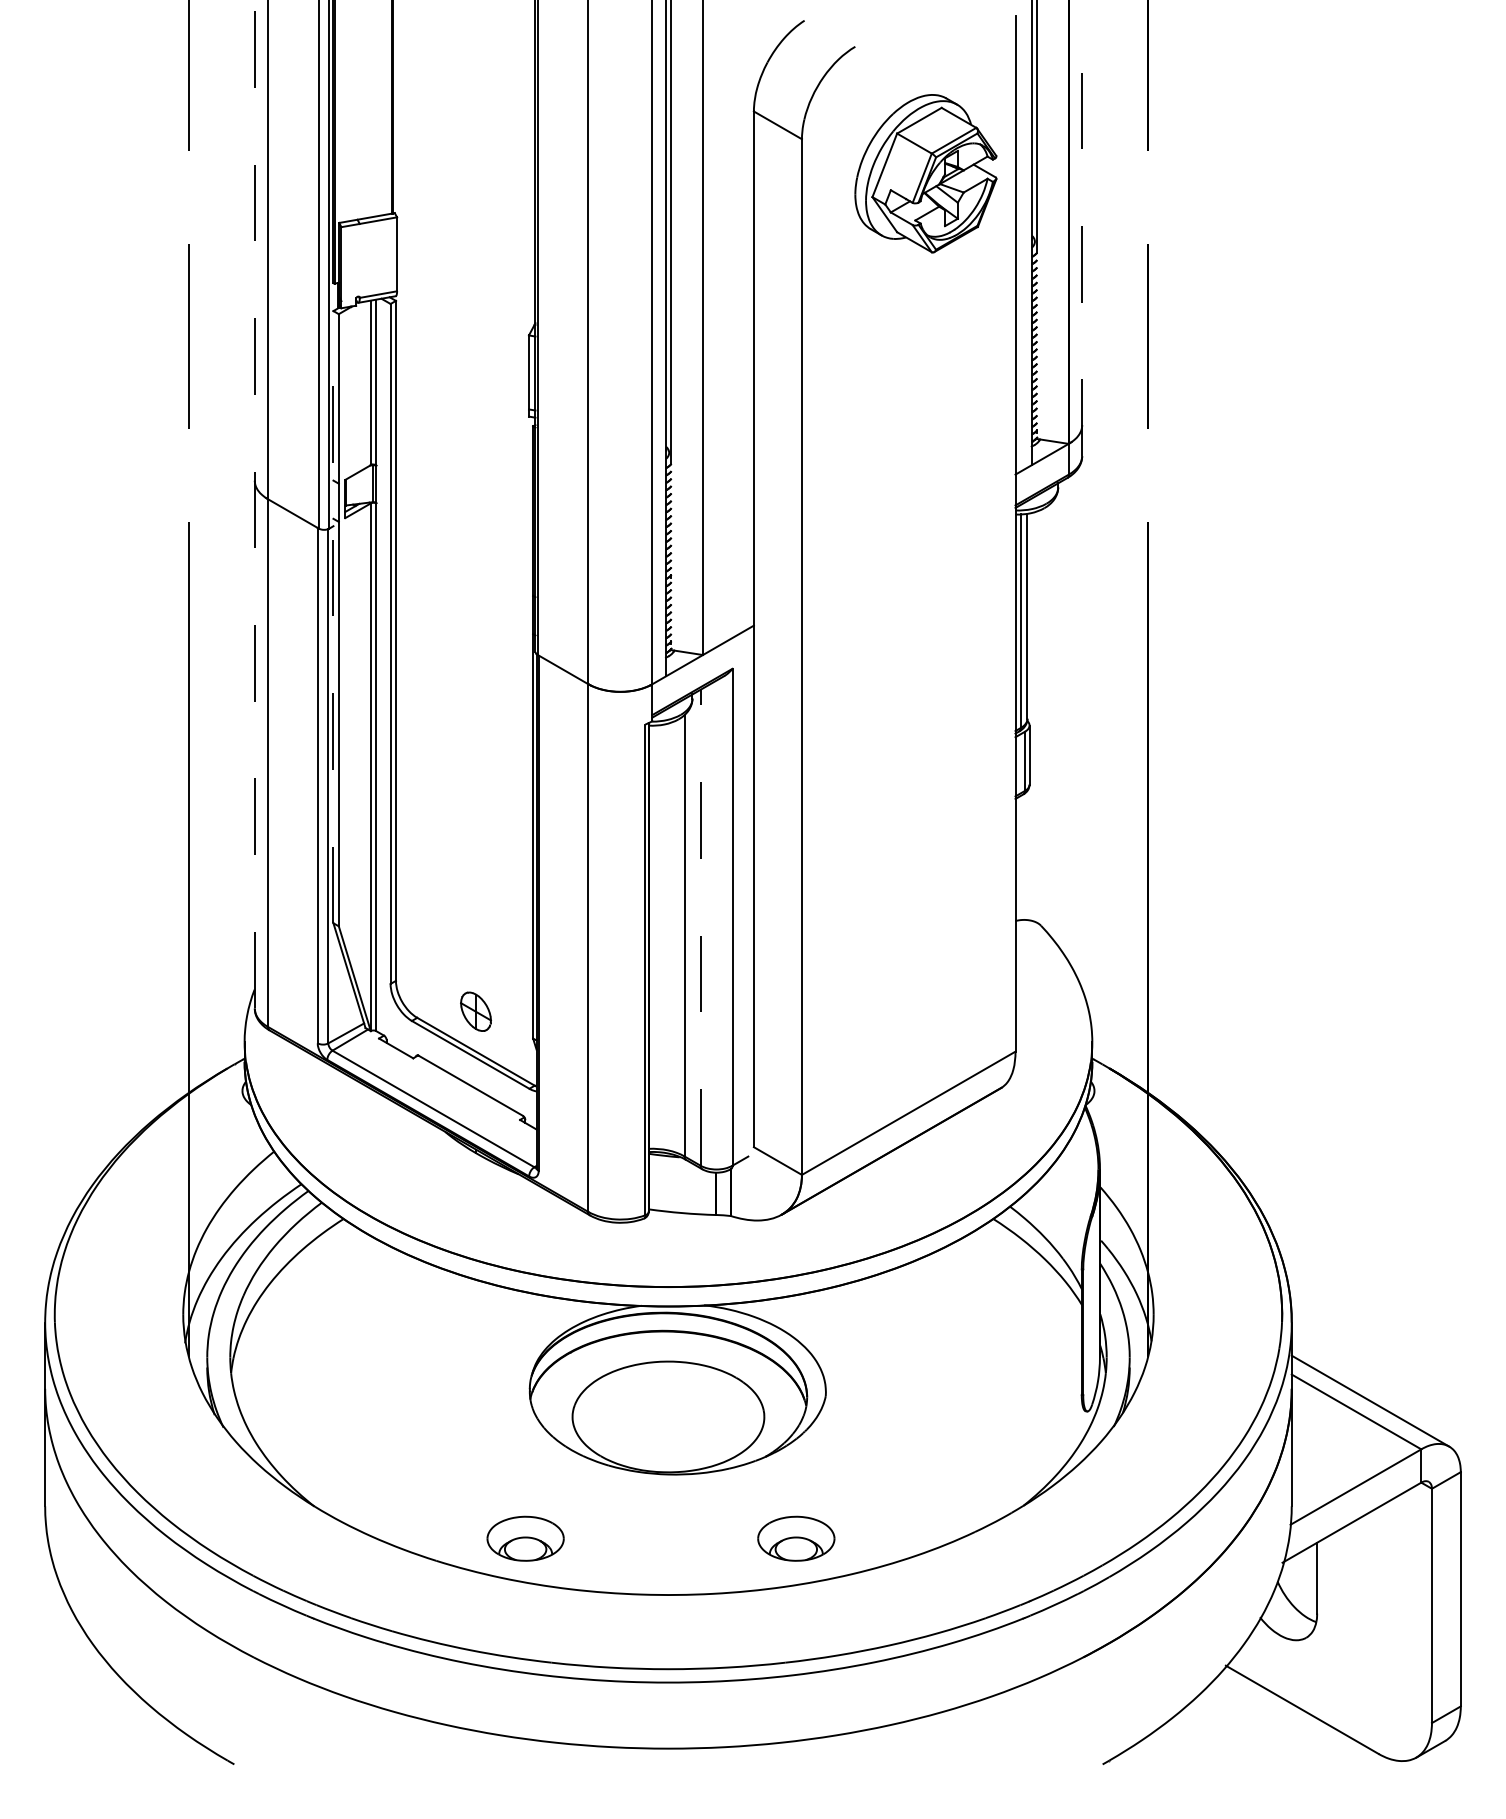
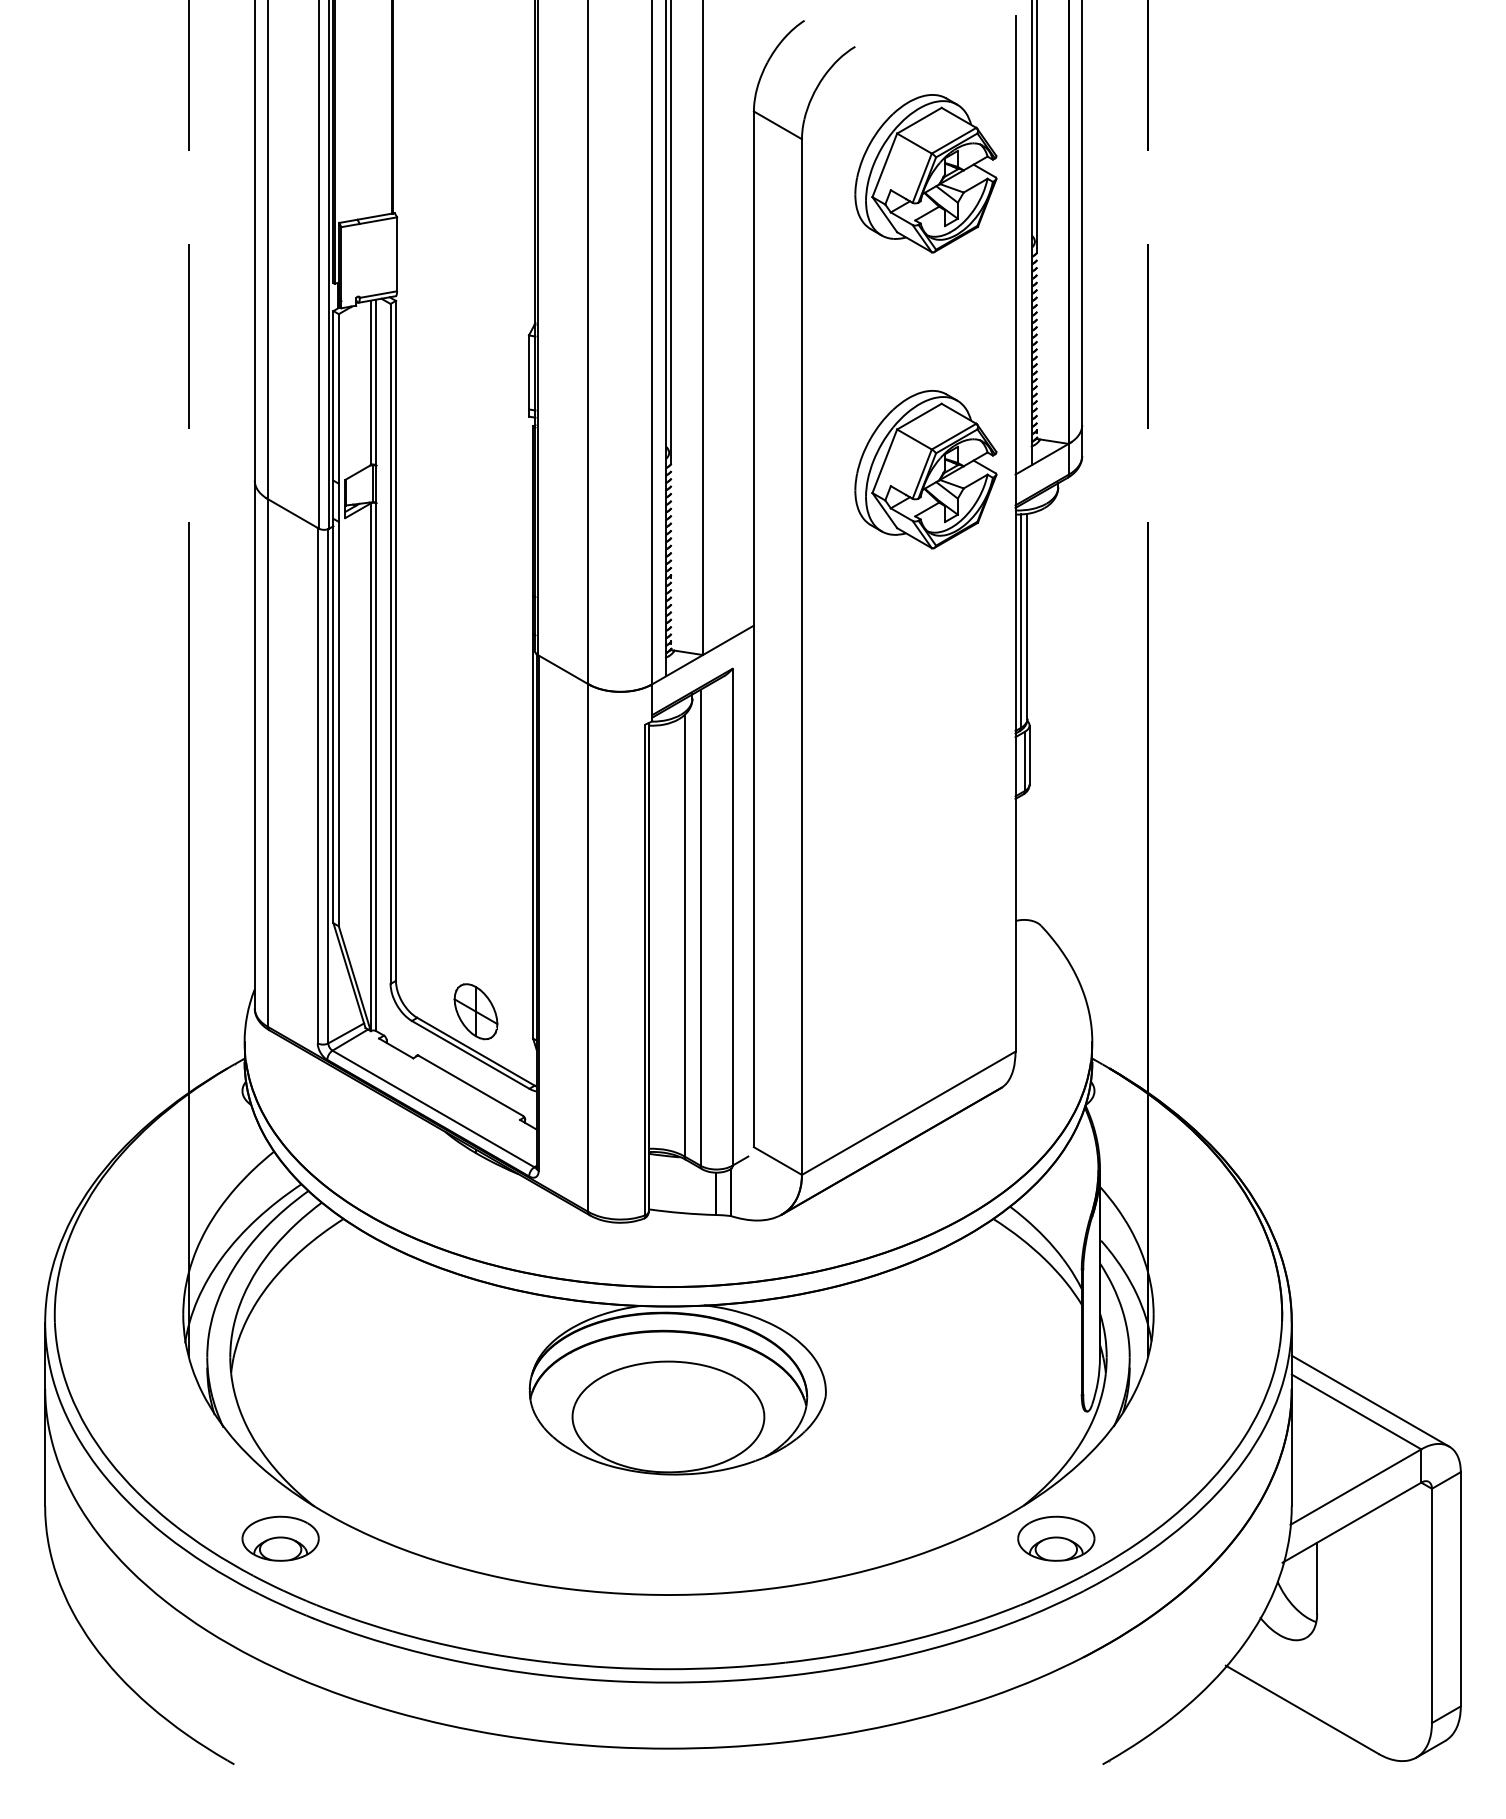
line at (1082, 227): dashed -> solid
part at (925, 469): none -> present
line at (254, 503): dashed -> solid
line at (333, 616): dashed -> solid
line at (700, 927): dashed -> solid
part at (475, 1011) size: 32x41 px -> 46x58 px
part at (525, 1538) position: (525, 1538) -> (280, 1538)
part at (796, 1538) position: (796, 1538) -> (1056, 1538)
